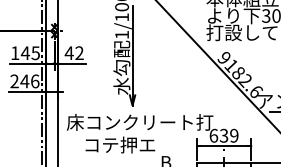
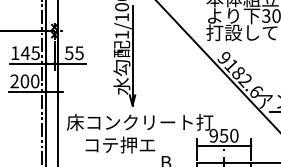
text at (73, 53): 42 -> 55
text at (29, 81): 246 -> 200
text at (223, 135): 639 -> 950
